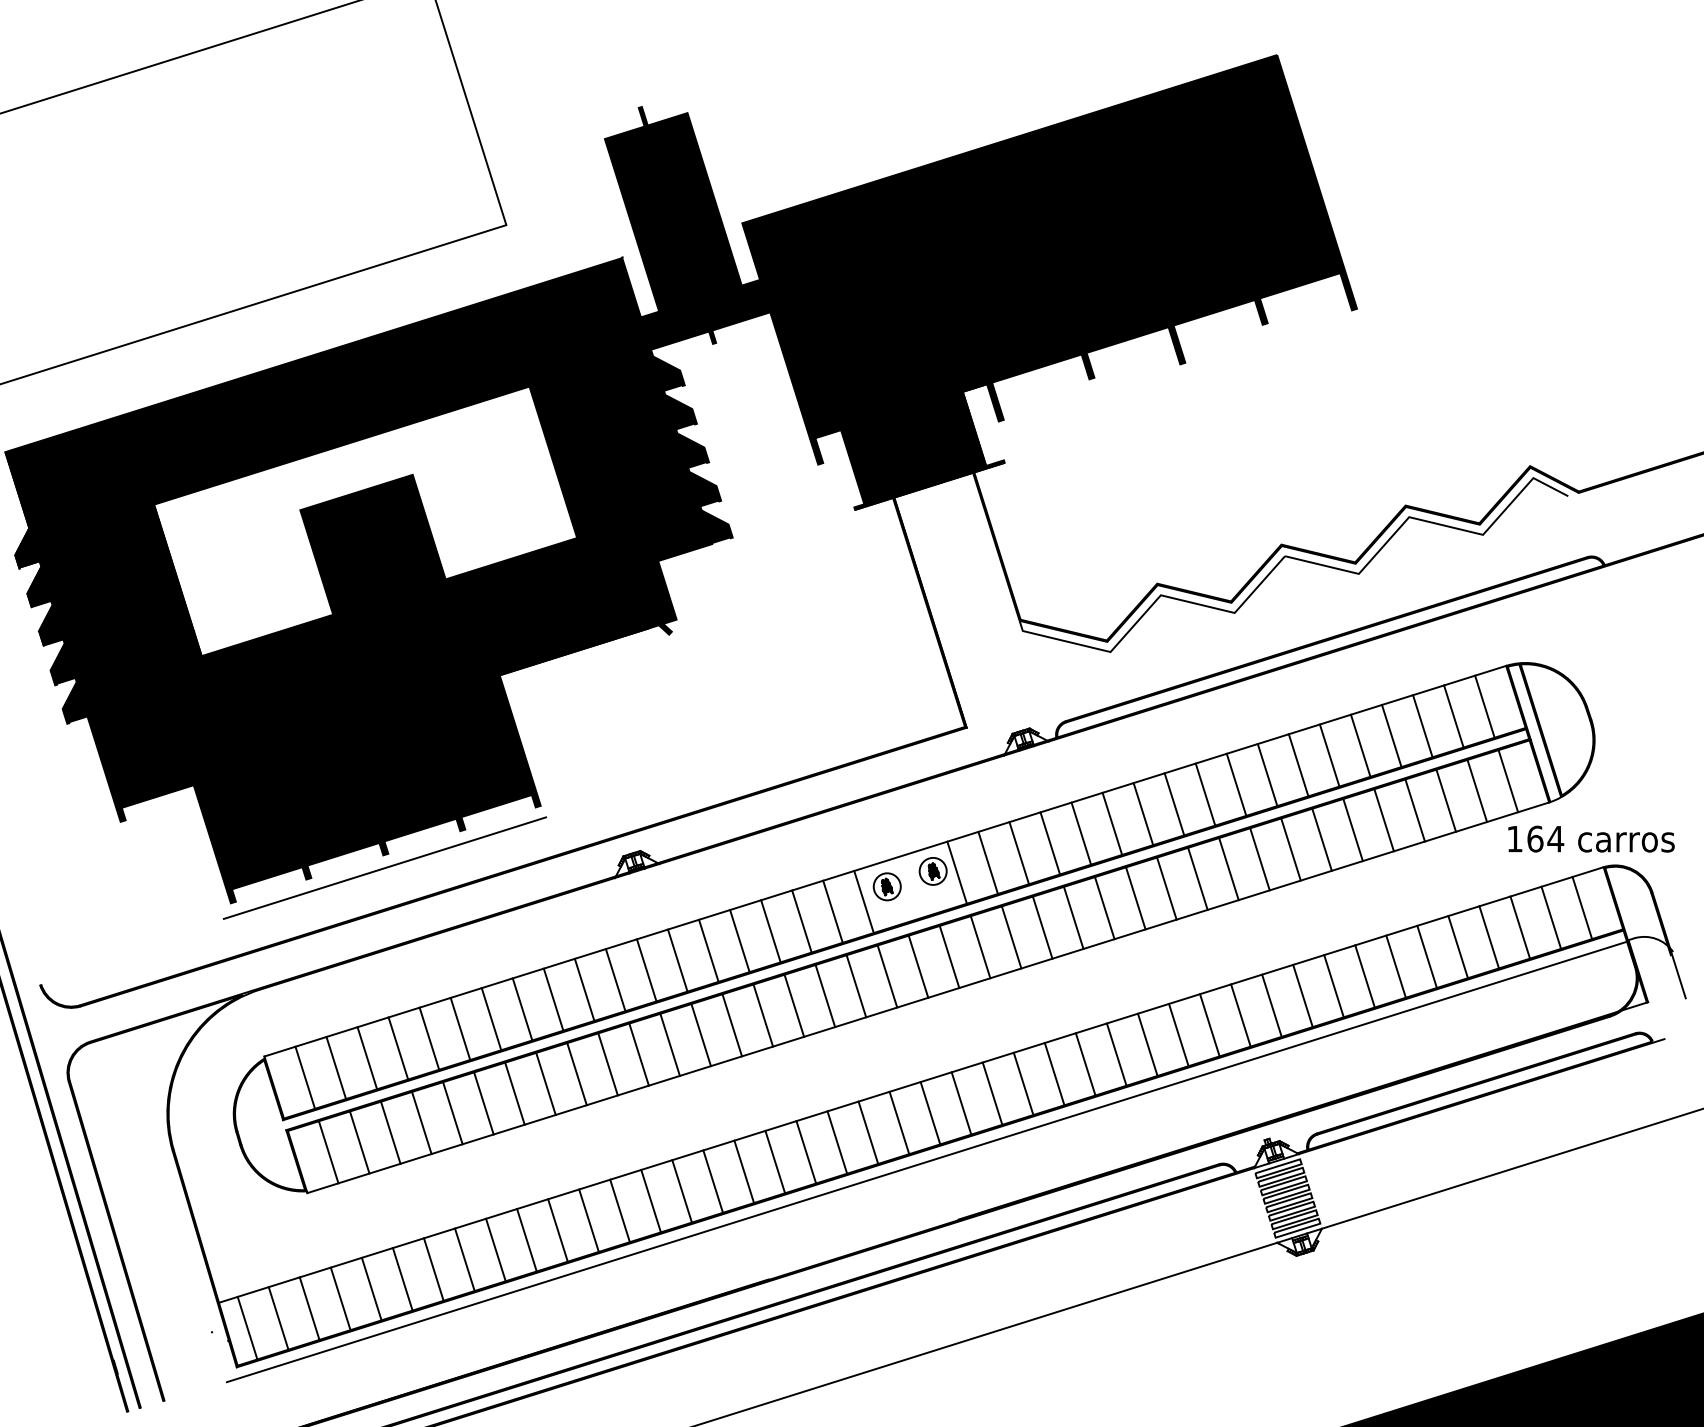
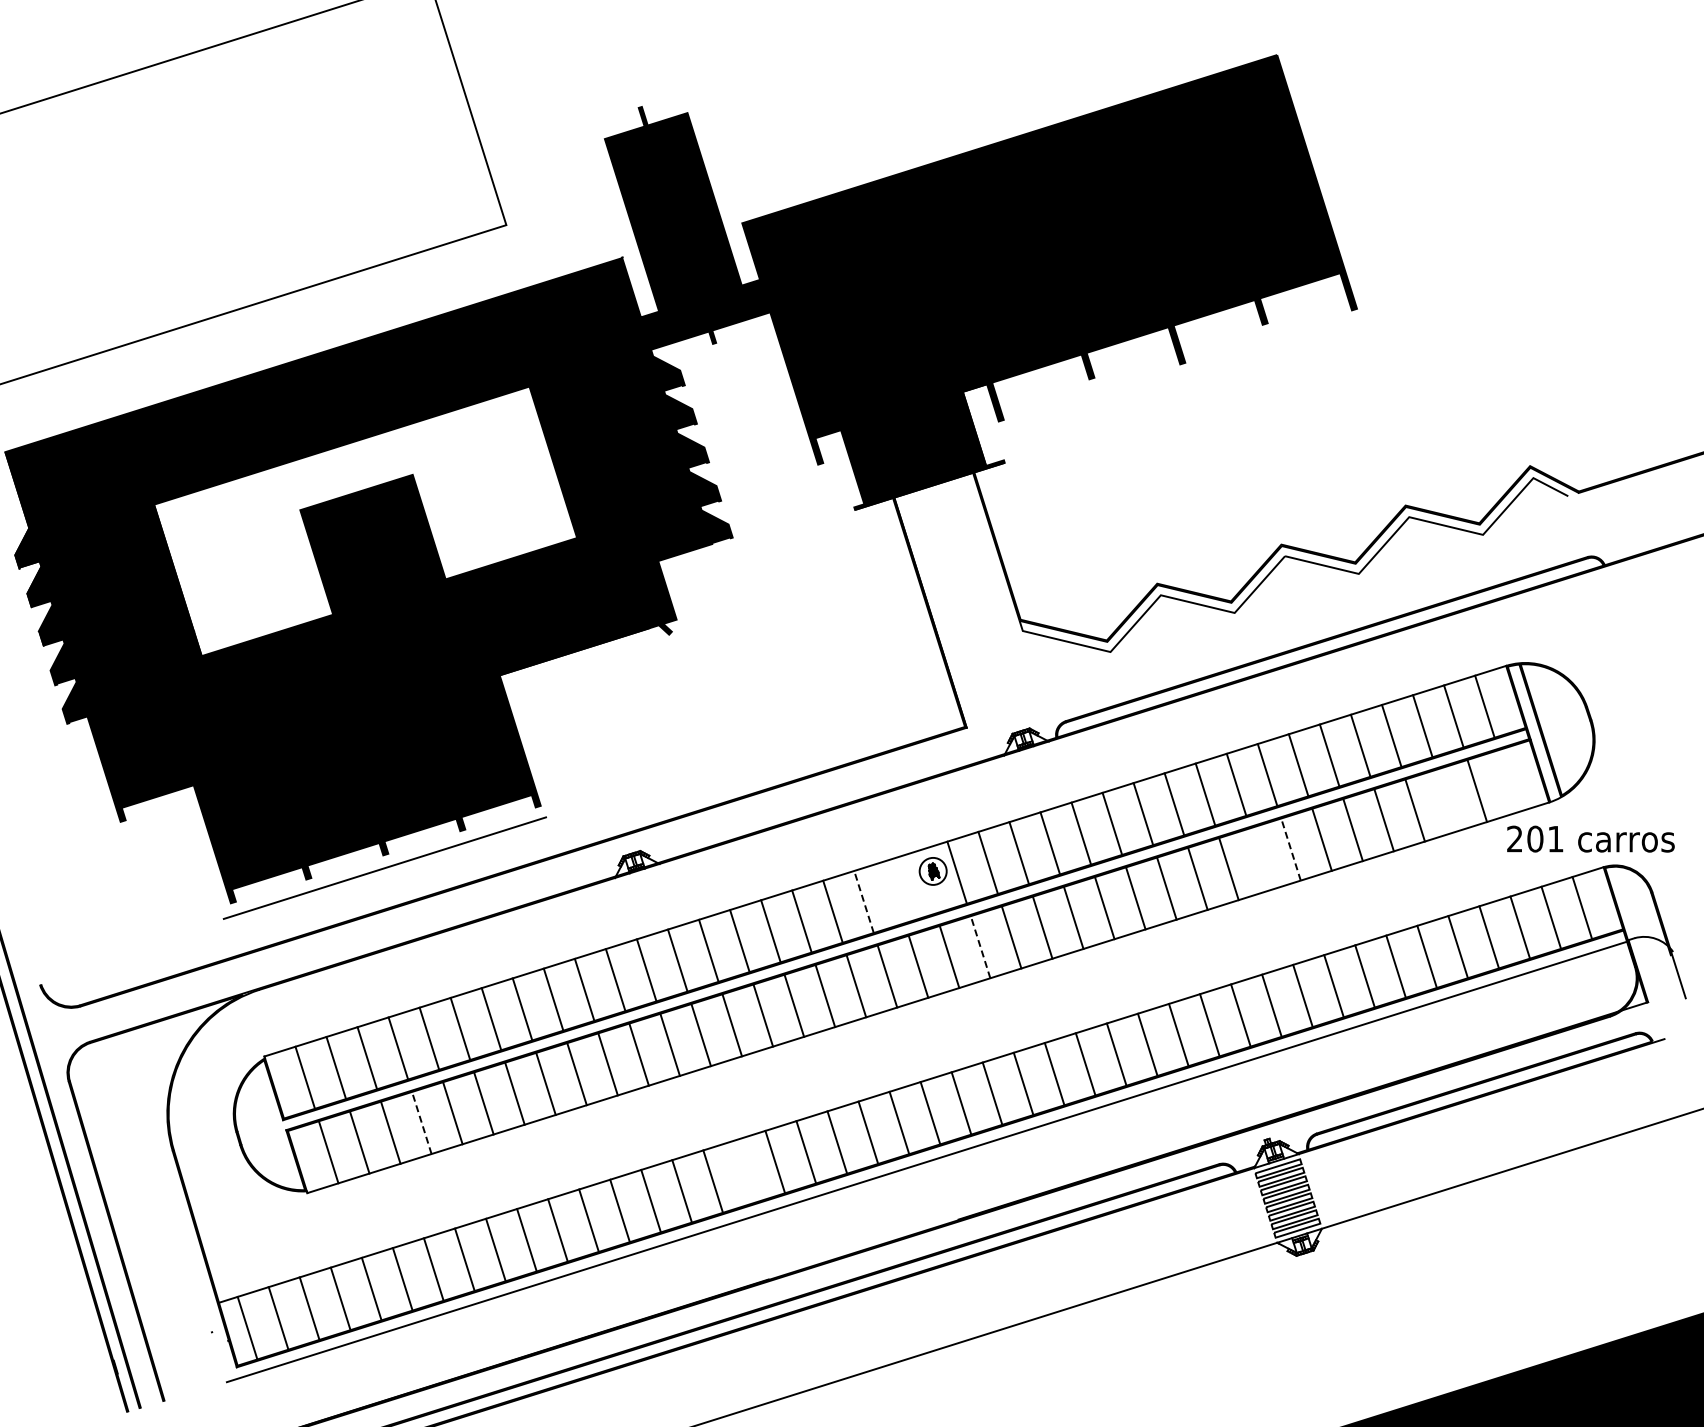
line at (1508, 781): present -> none
line at (1445, 800): present -> none
text at (1535, 838): 164 -> 201
line at (1291, 849): solid -> dashed
line at (1259, 859): present -> none
part at (886, 886): present -> none
line at (864, 902): solid -> dashed
line at (980, 947): solid -> dashed
line at (421, 1122): solid -> dashed
line at (743, 1171): present -> none
